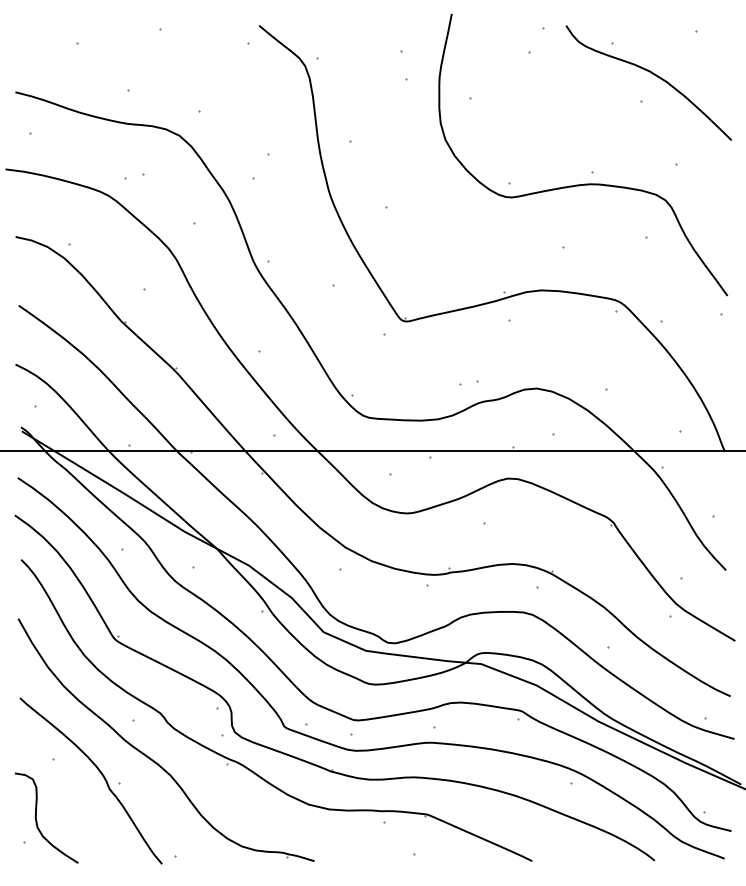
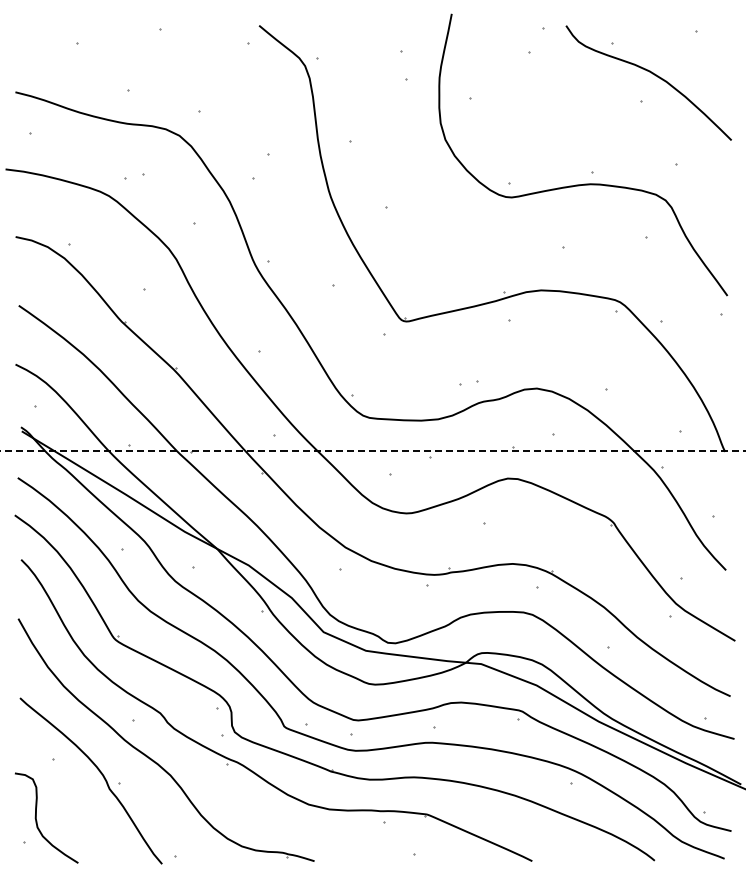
line at (372, 451): solid -> dashed
